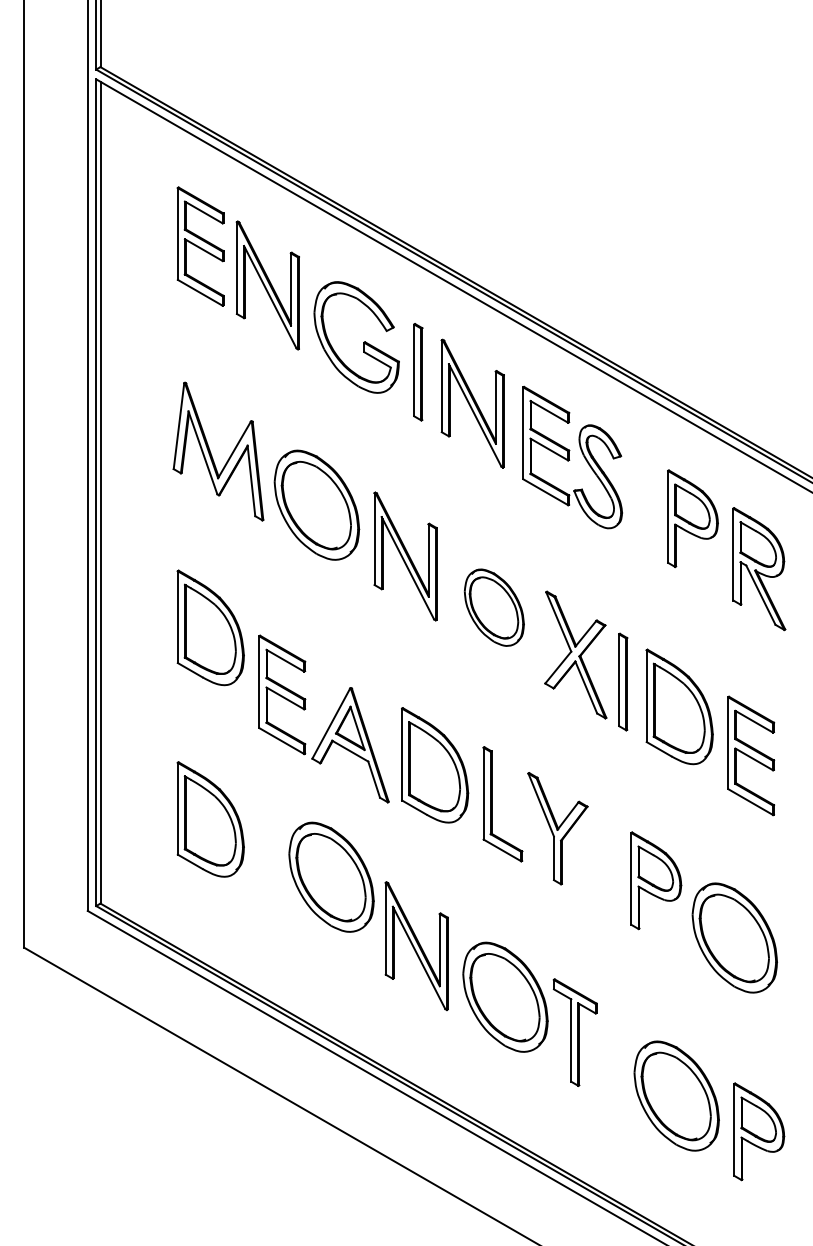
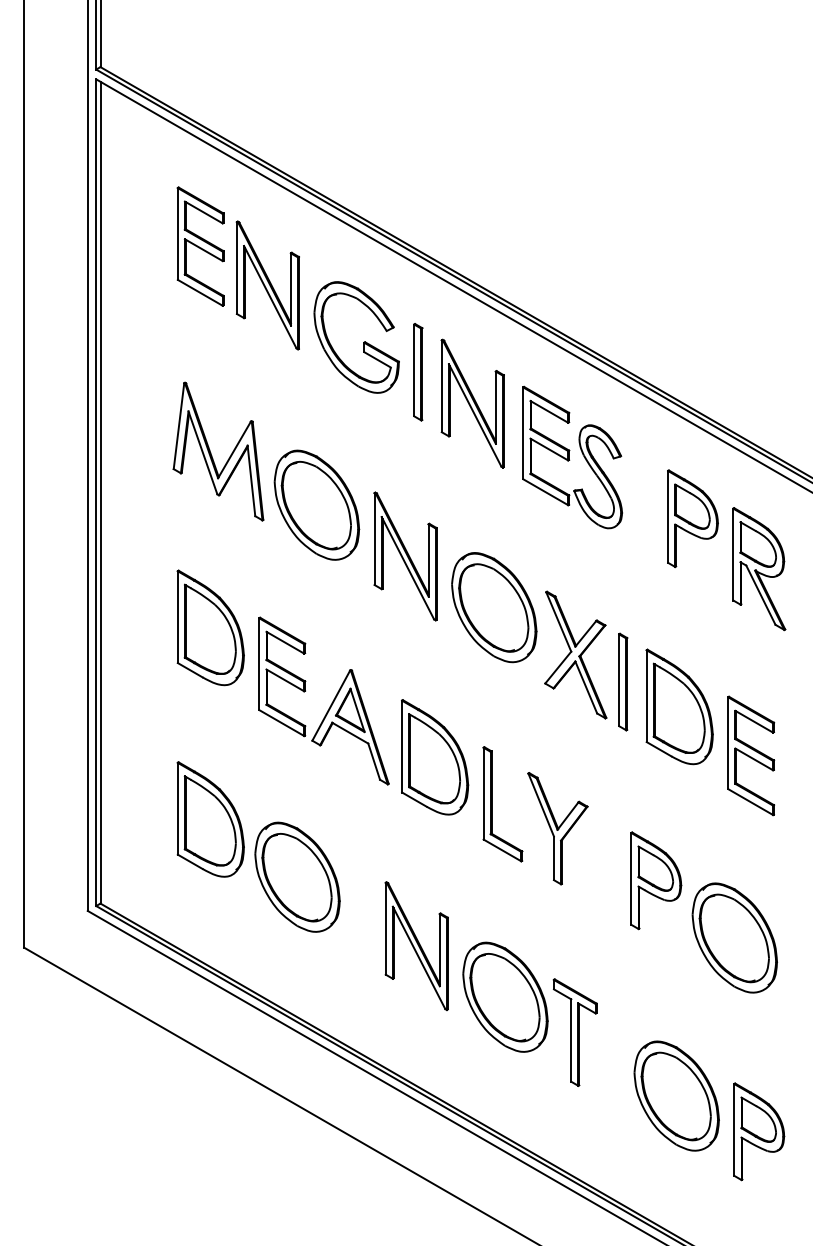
part at (493, 607) size: 62x79 px -> 87x112 px
part at (330, 722) position: (330, 722) -> (330, 704)
part at (435, 765) position: (435, 765) -> (435, 757)
part at (331, 876) position: (331, 876) -> (297, 876)
